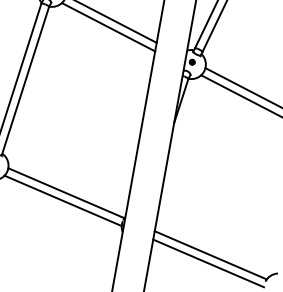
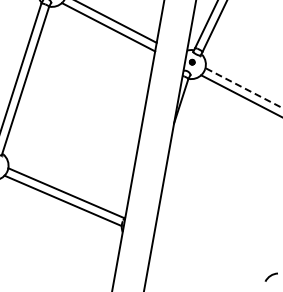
line at (243, 87): solid -> dashed
line at (210, 255): present -> none
line at (208, 263): present -> none
